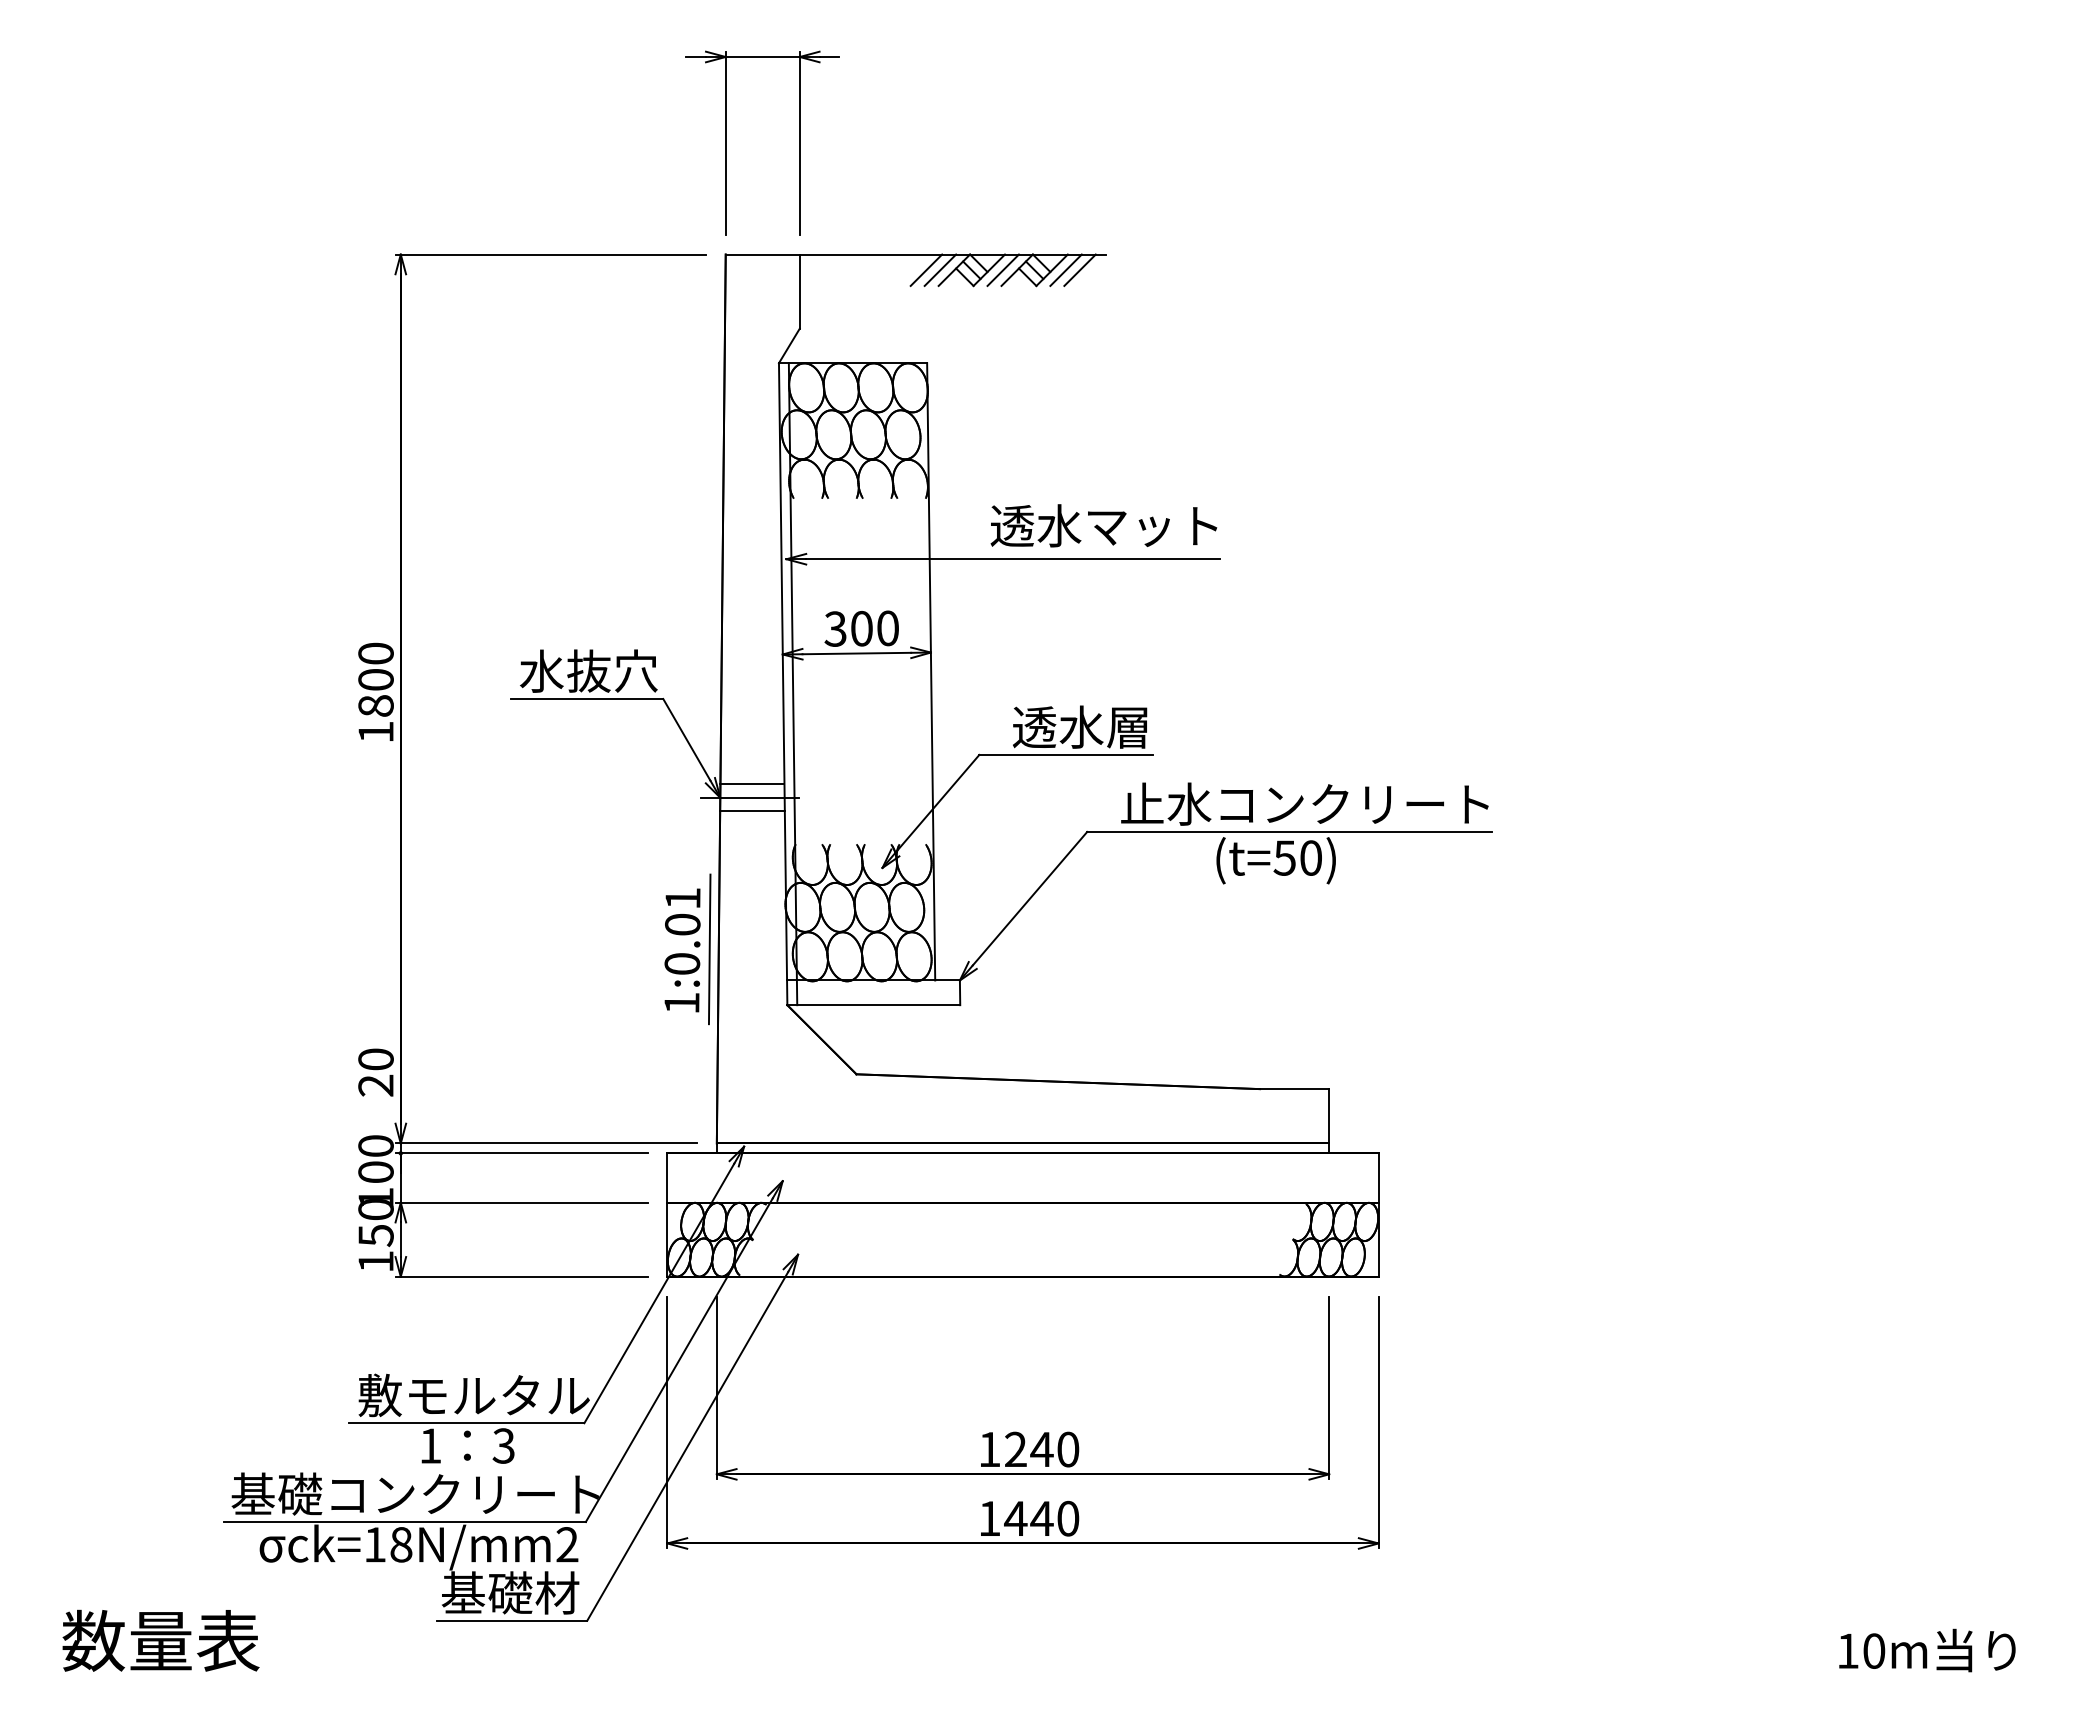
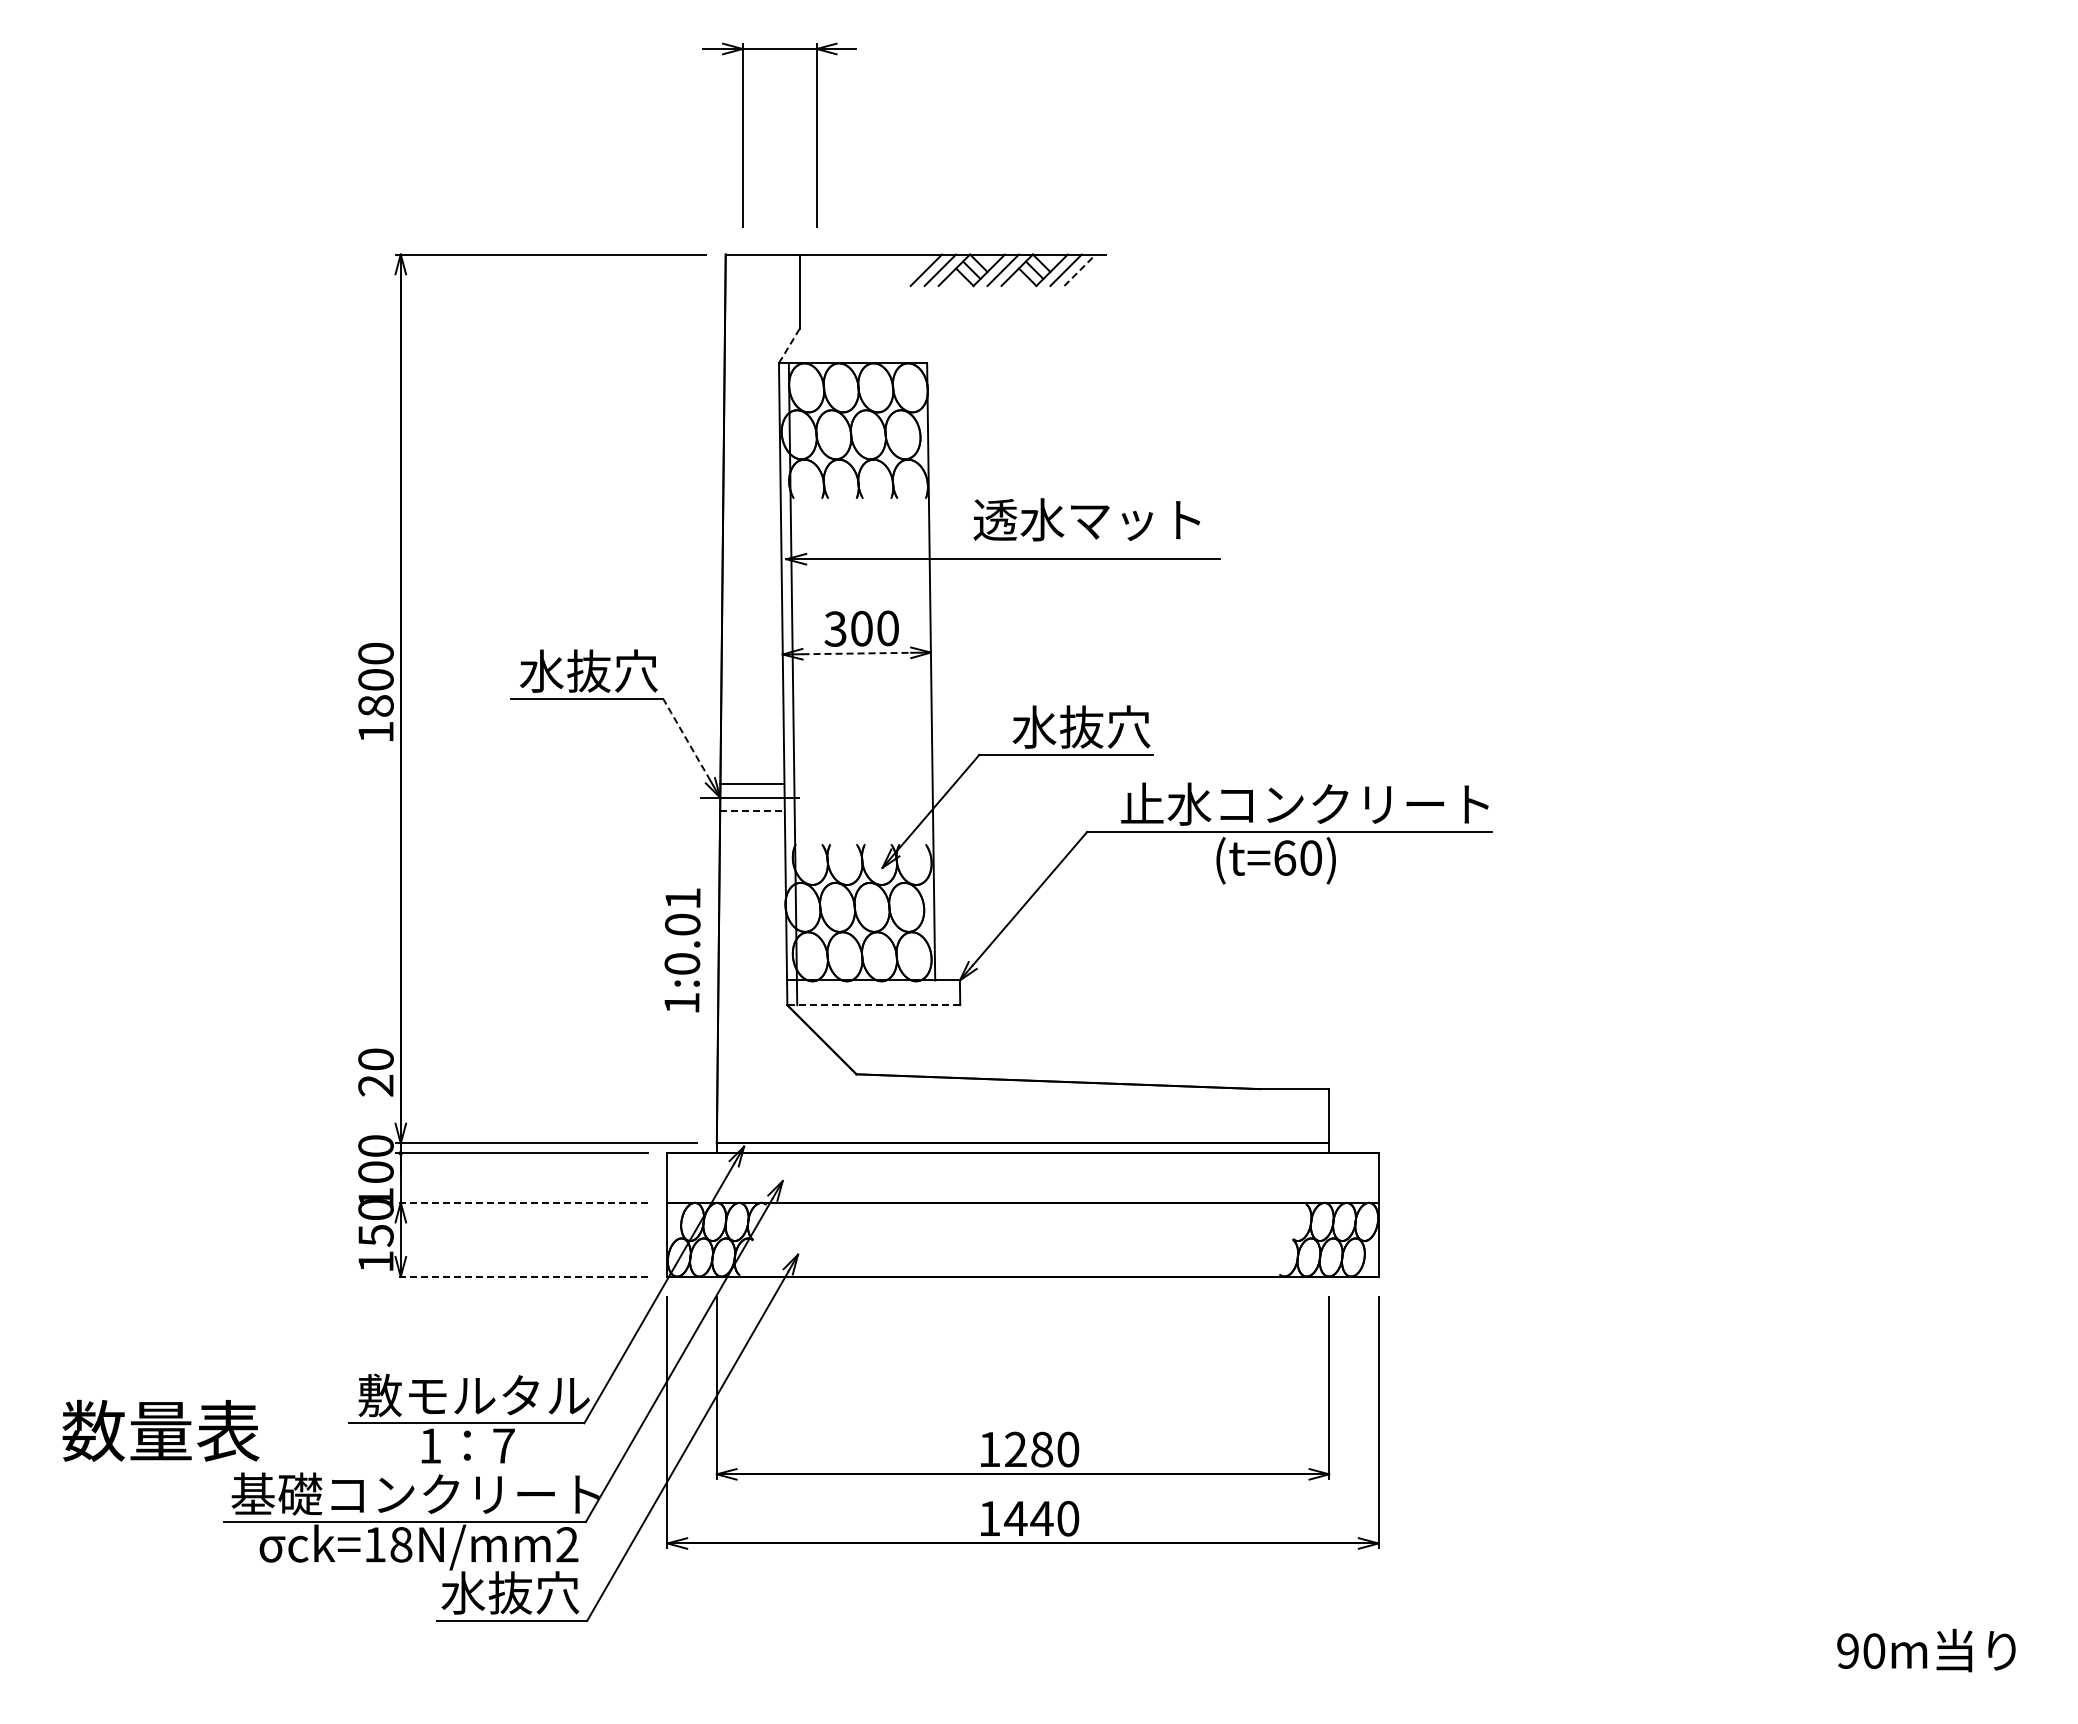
part at (726, 142) position: (726, 142) -> (743, 134)
line at (1080, 269): solid -> dashed
line at (789, 345): solid -> dashed
text at (1103, 525) position: (1103, 525) -> (1086, 519)
line at (857, 653): solid -> dashed
text at (1081, 726): 透水層 -> 水抜穴
line at (686, 739): solid -> dashed
line at (753, 811): solid -> dashed
text at (1284, 857): (t=50) -> (t=60)
line at (709, 949): present -> none
line at (873, 1005): solid -> dashed
line at (521, 1202): solid -> dashed
line at (521, 1276): solid -> dashed
text at (503, 1445): 3 -> 7
text at (1041, 1449): 1240 -> 1280
text at (510, 1592): 基礎材 -> 水抜穴
text at (160, 1640) position: (160, 1640) -> (160, 1430)
text at (1847, 1650): 10m -> 90m
